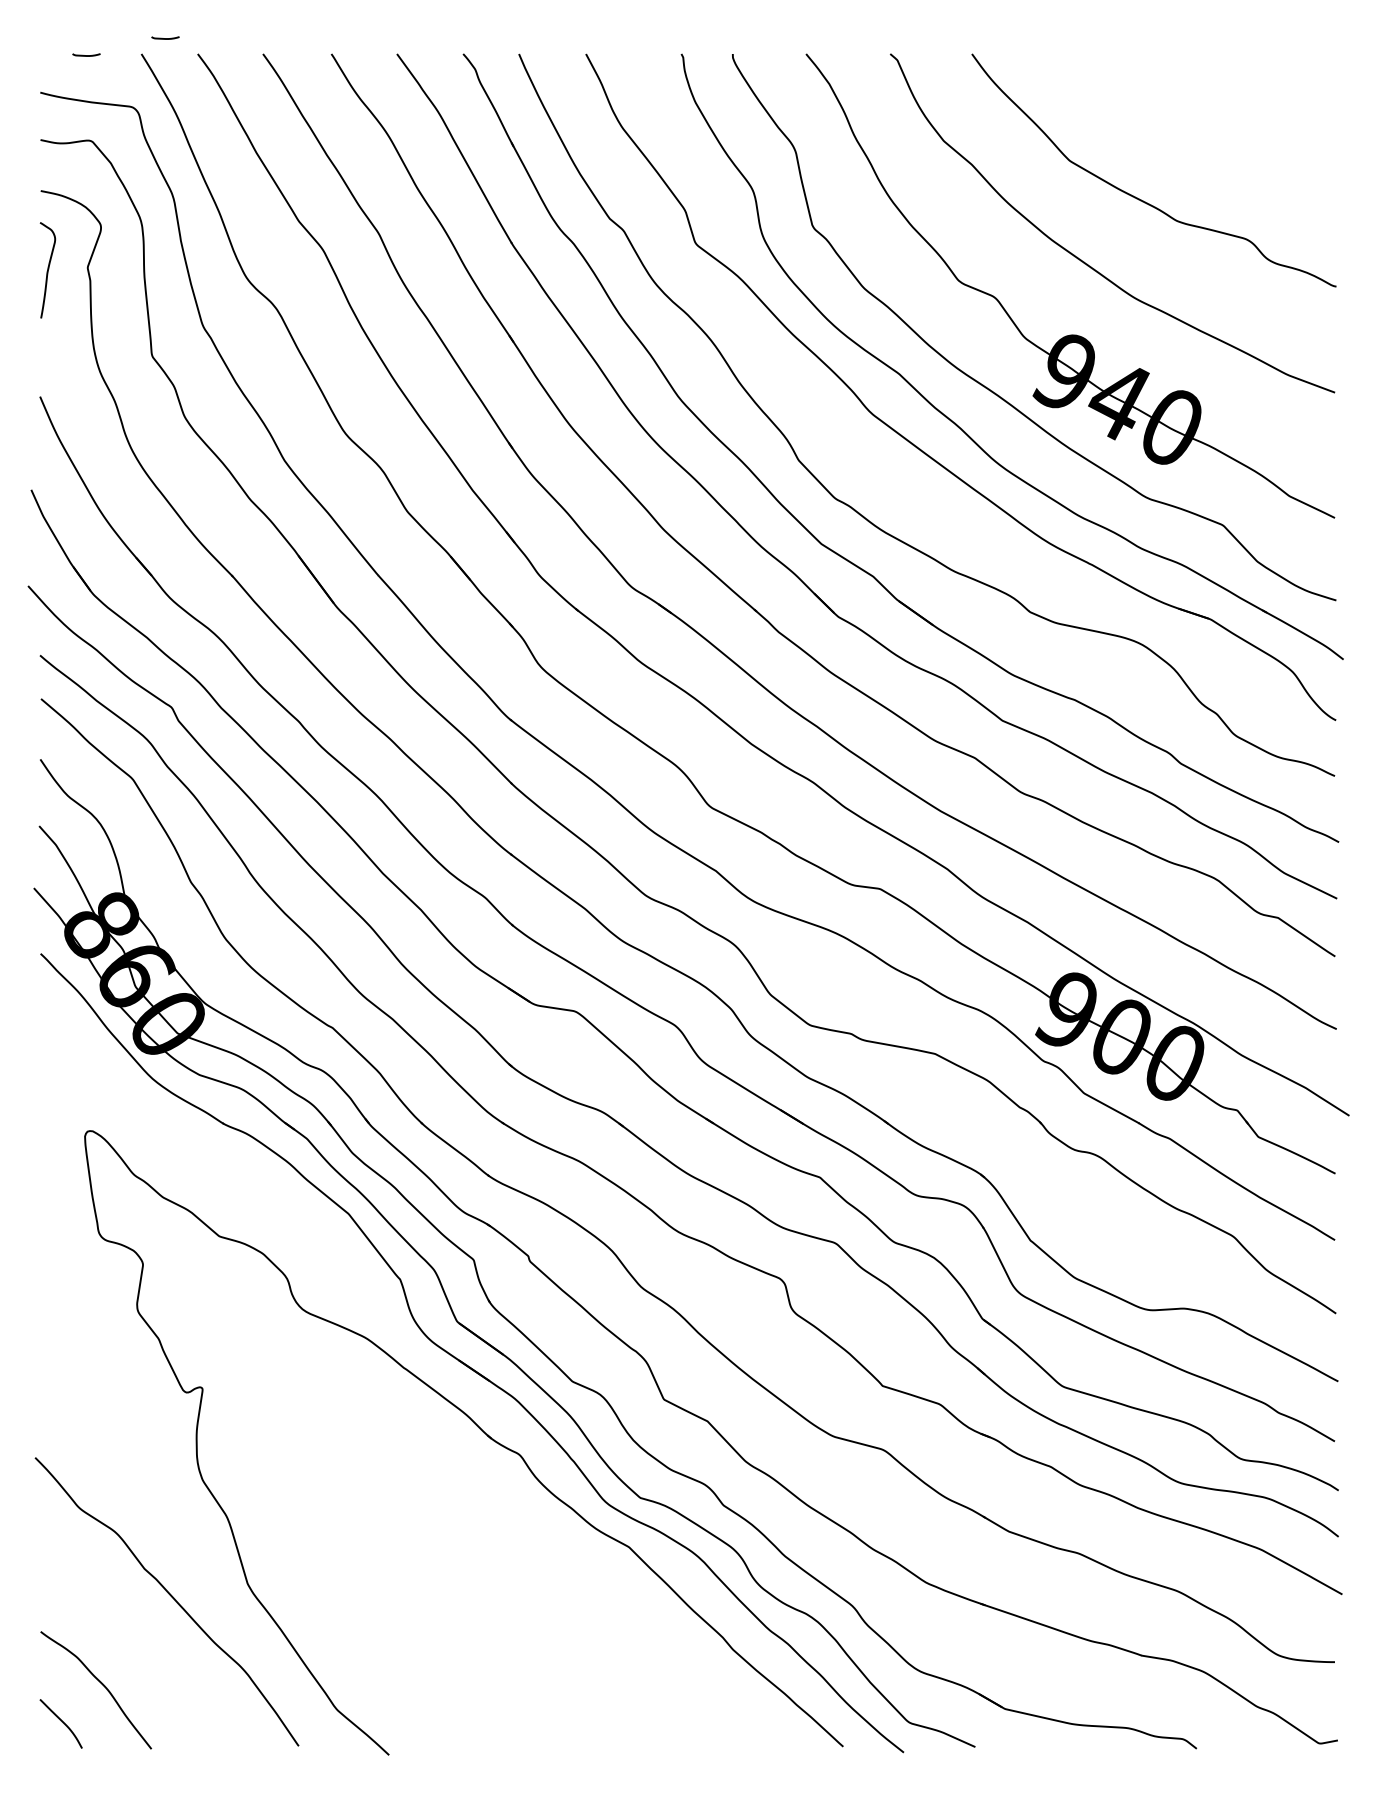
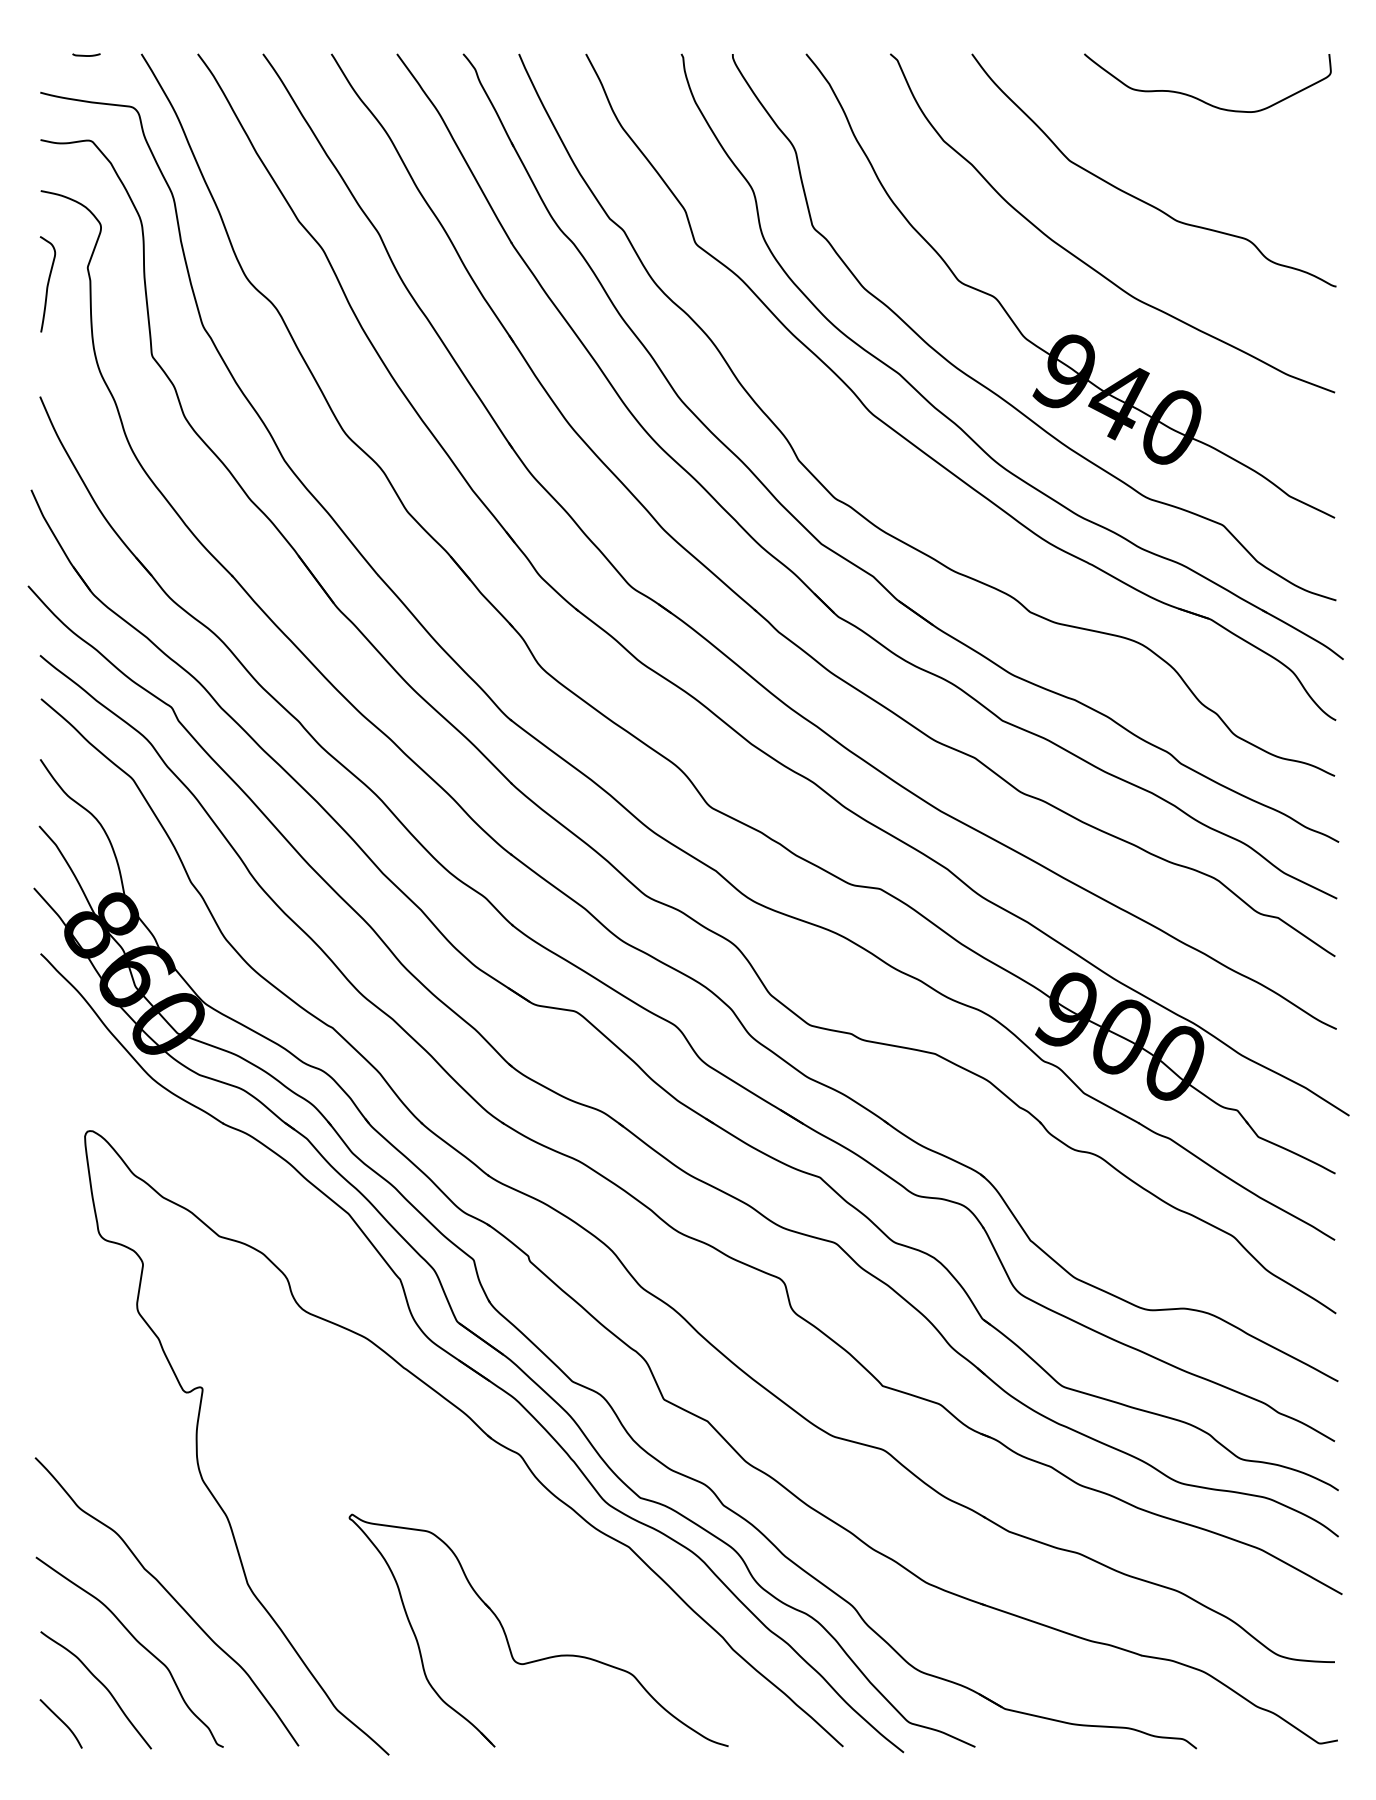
line at (165, 38): present -> none
curve at (1199, 98): none -> present
curve at (47, 270) position: (47, 270) -> (47, 284)
curve at (137, 1642): none -> present
part at (545, 1657): none -> present
